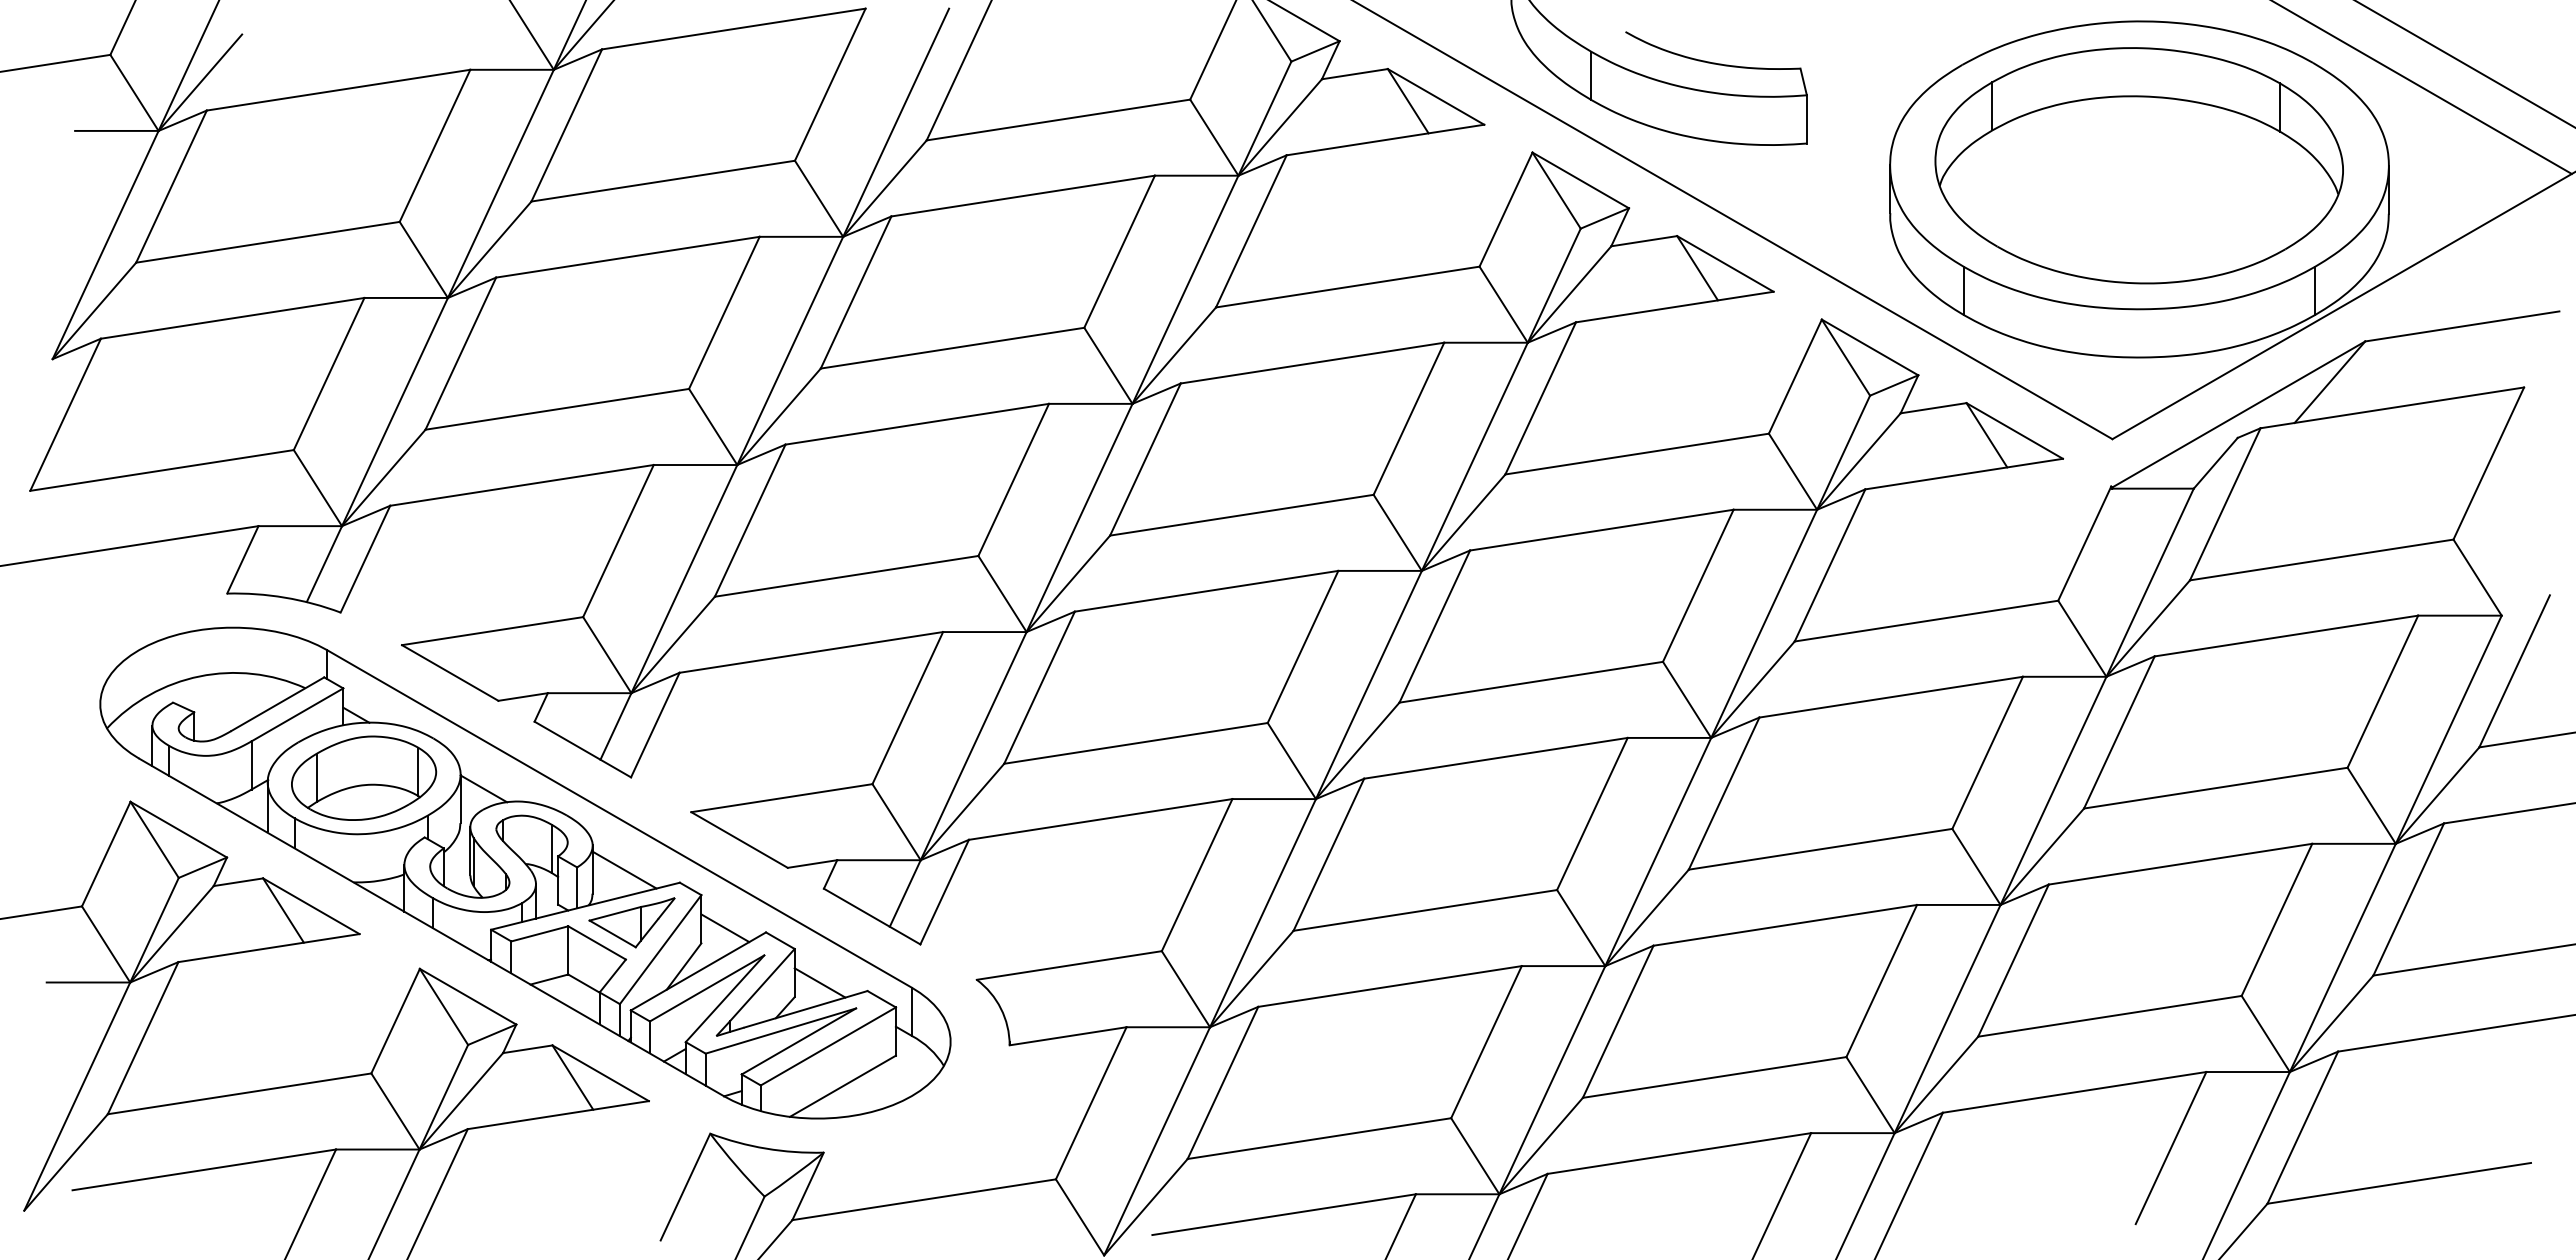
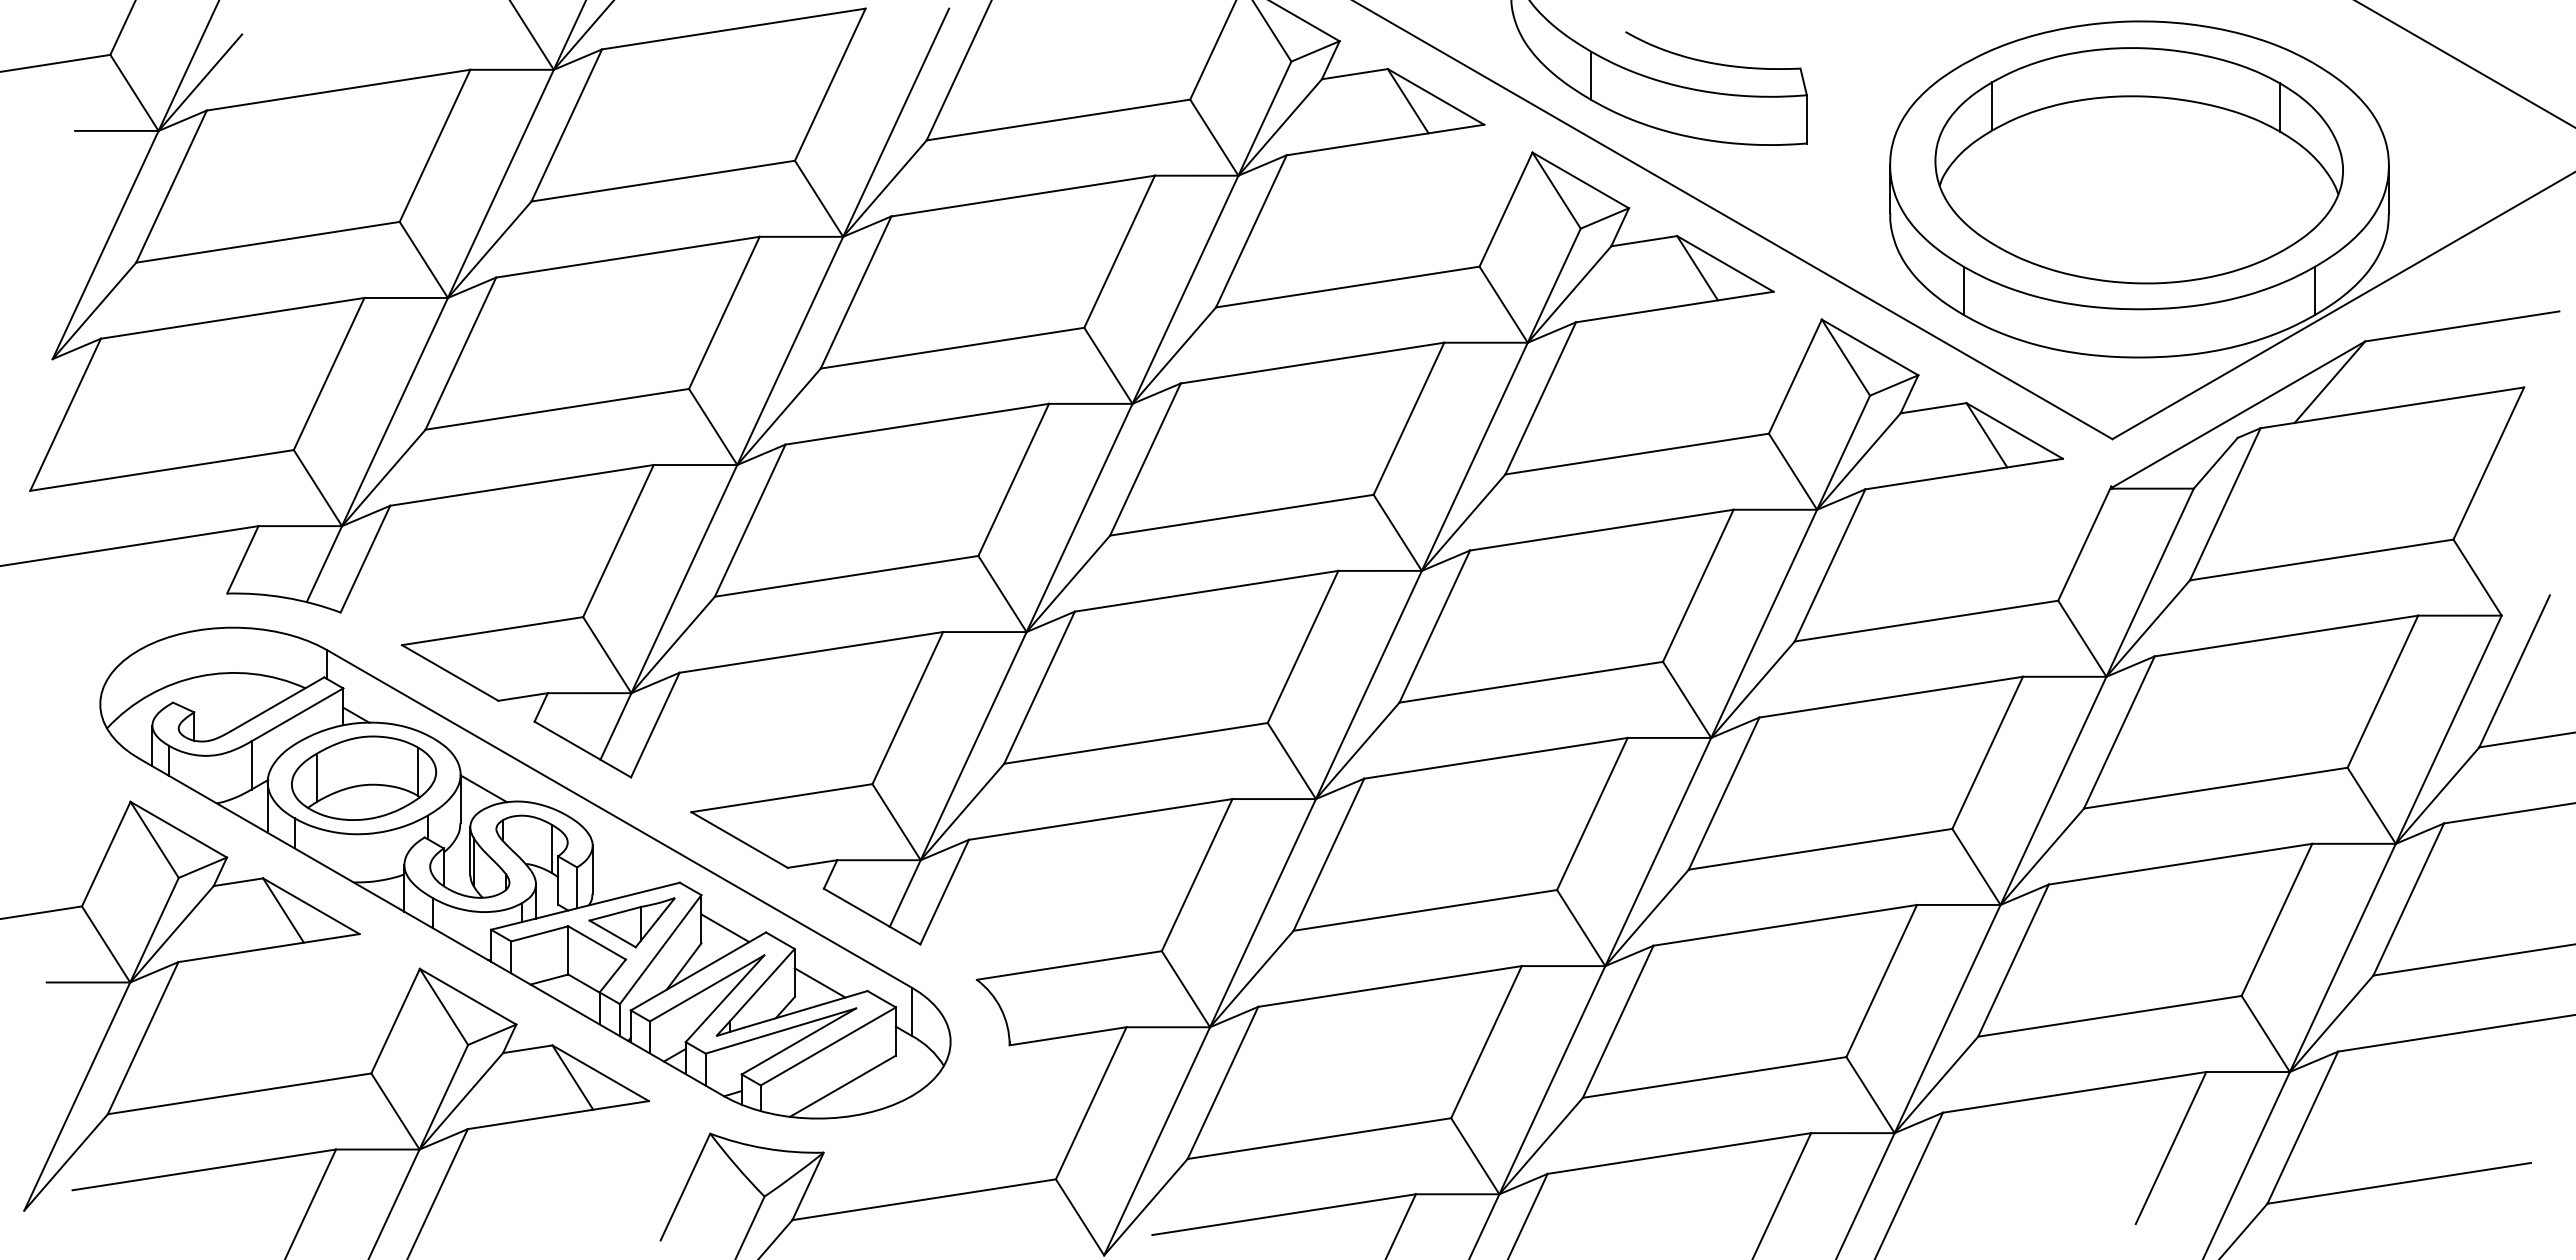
line at (2422, 87): present -> none
line at (624, 869): present -> none
